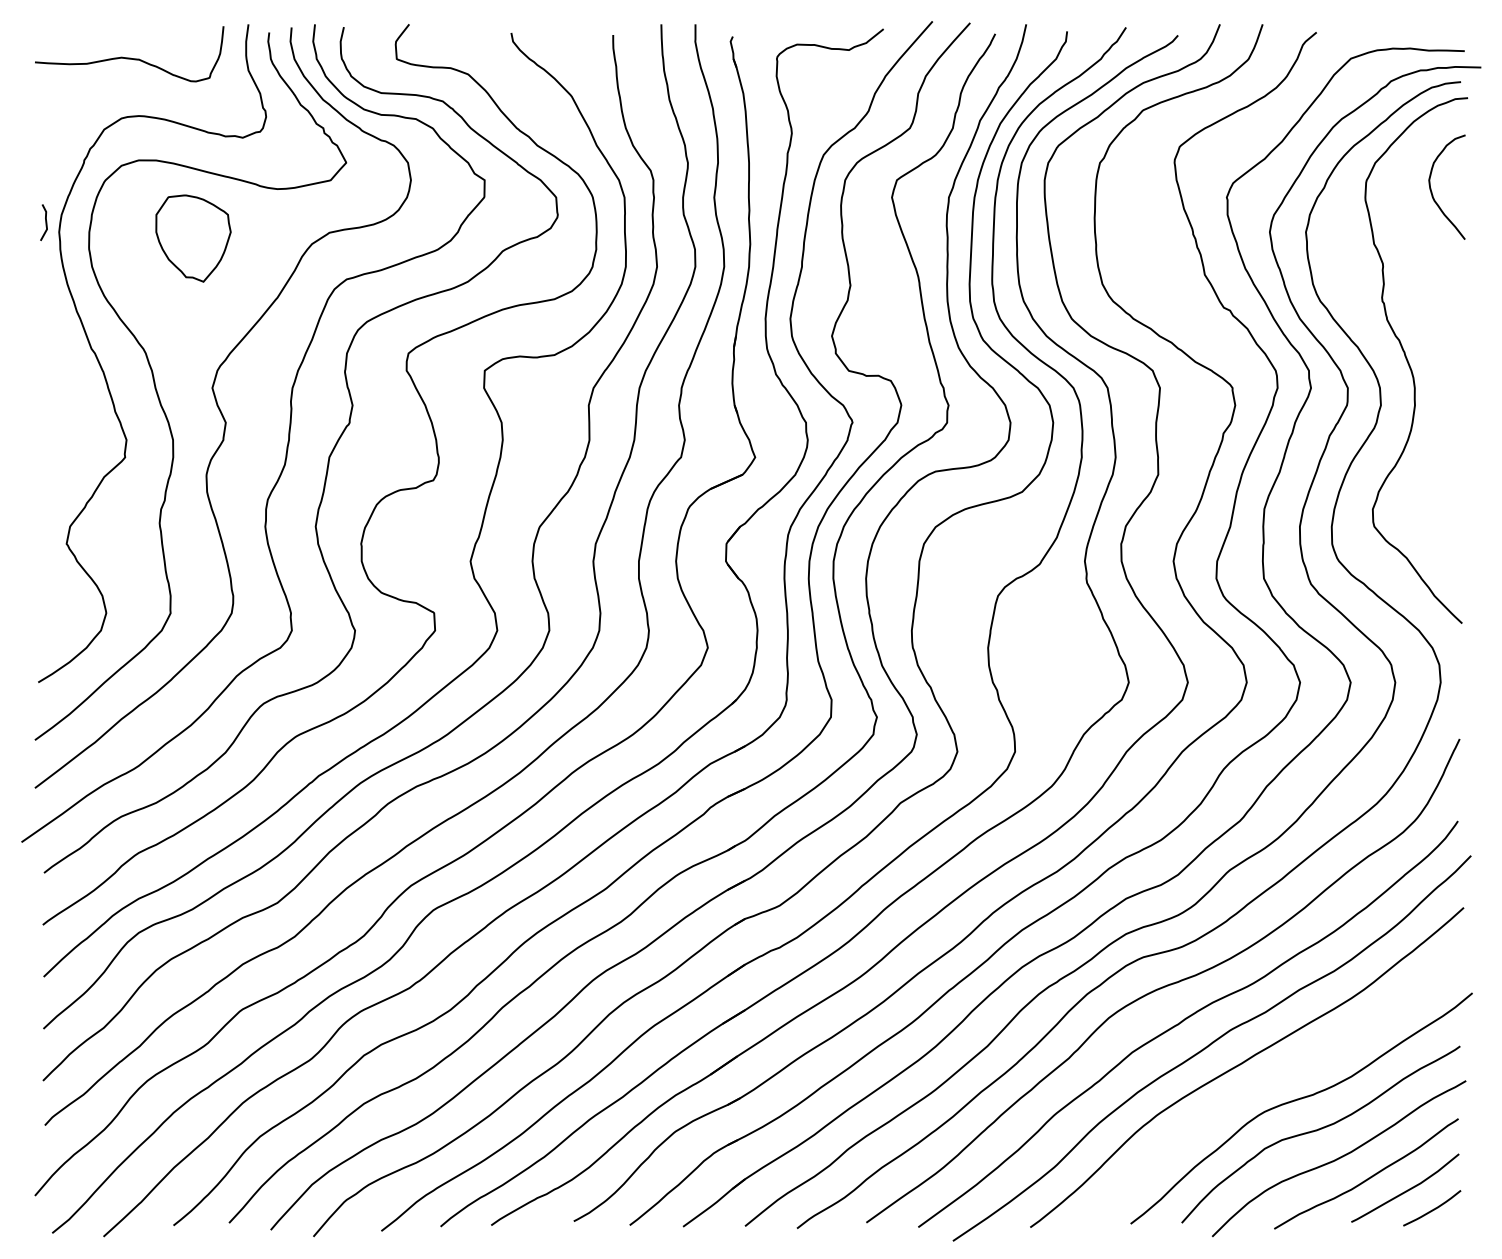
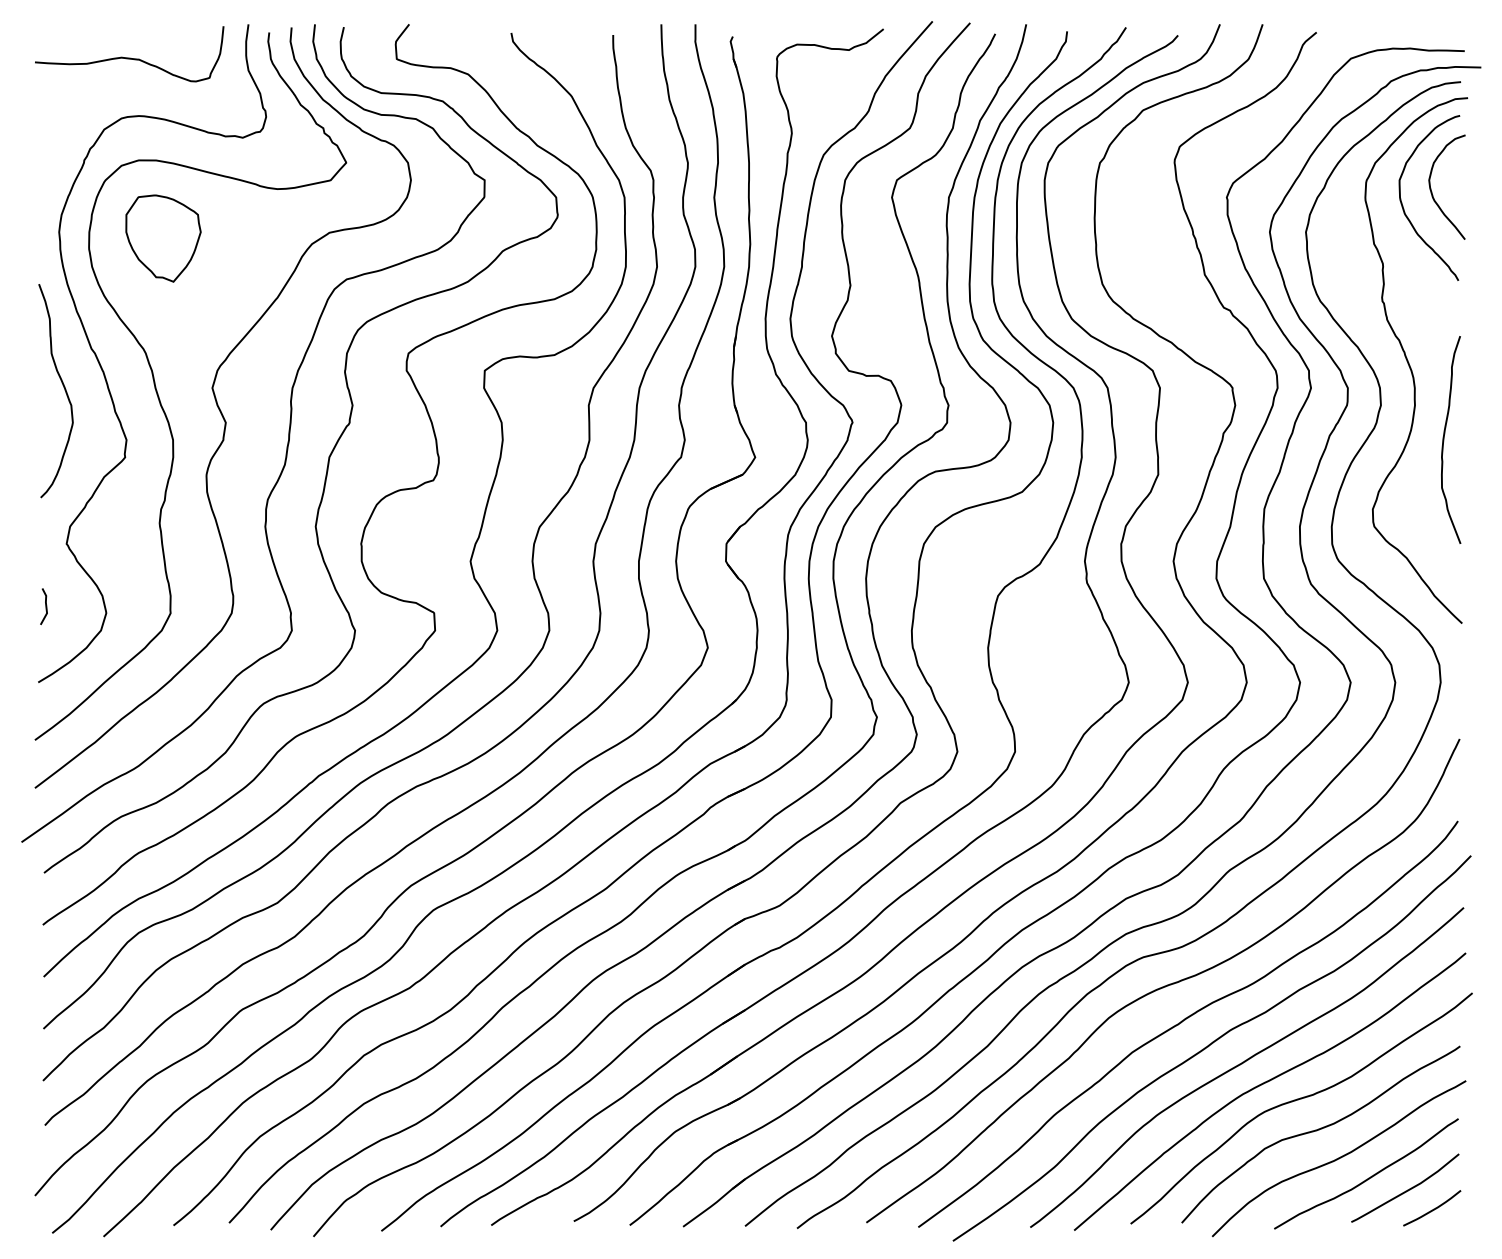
curve at (1403, 205): none -> present
line at (45, 222) position: (45, 222) -> (45, 606)
part at (193, 238) position: (193, 238) -> (163, 238)
curve at (63, 387): none -> present
curve at (1444, 439): none -> present
curve at (1265, 1083): none -> present
